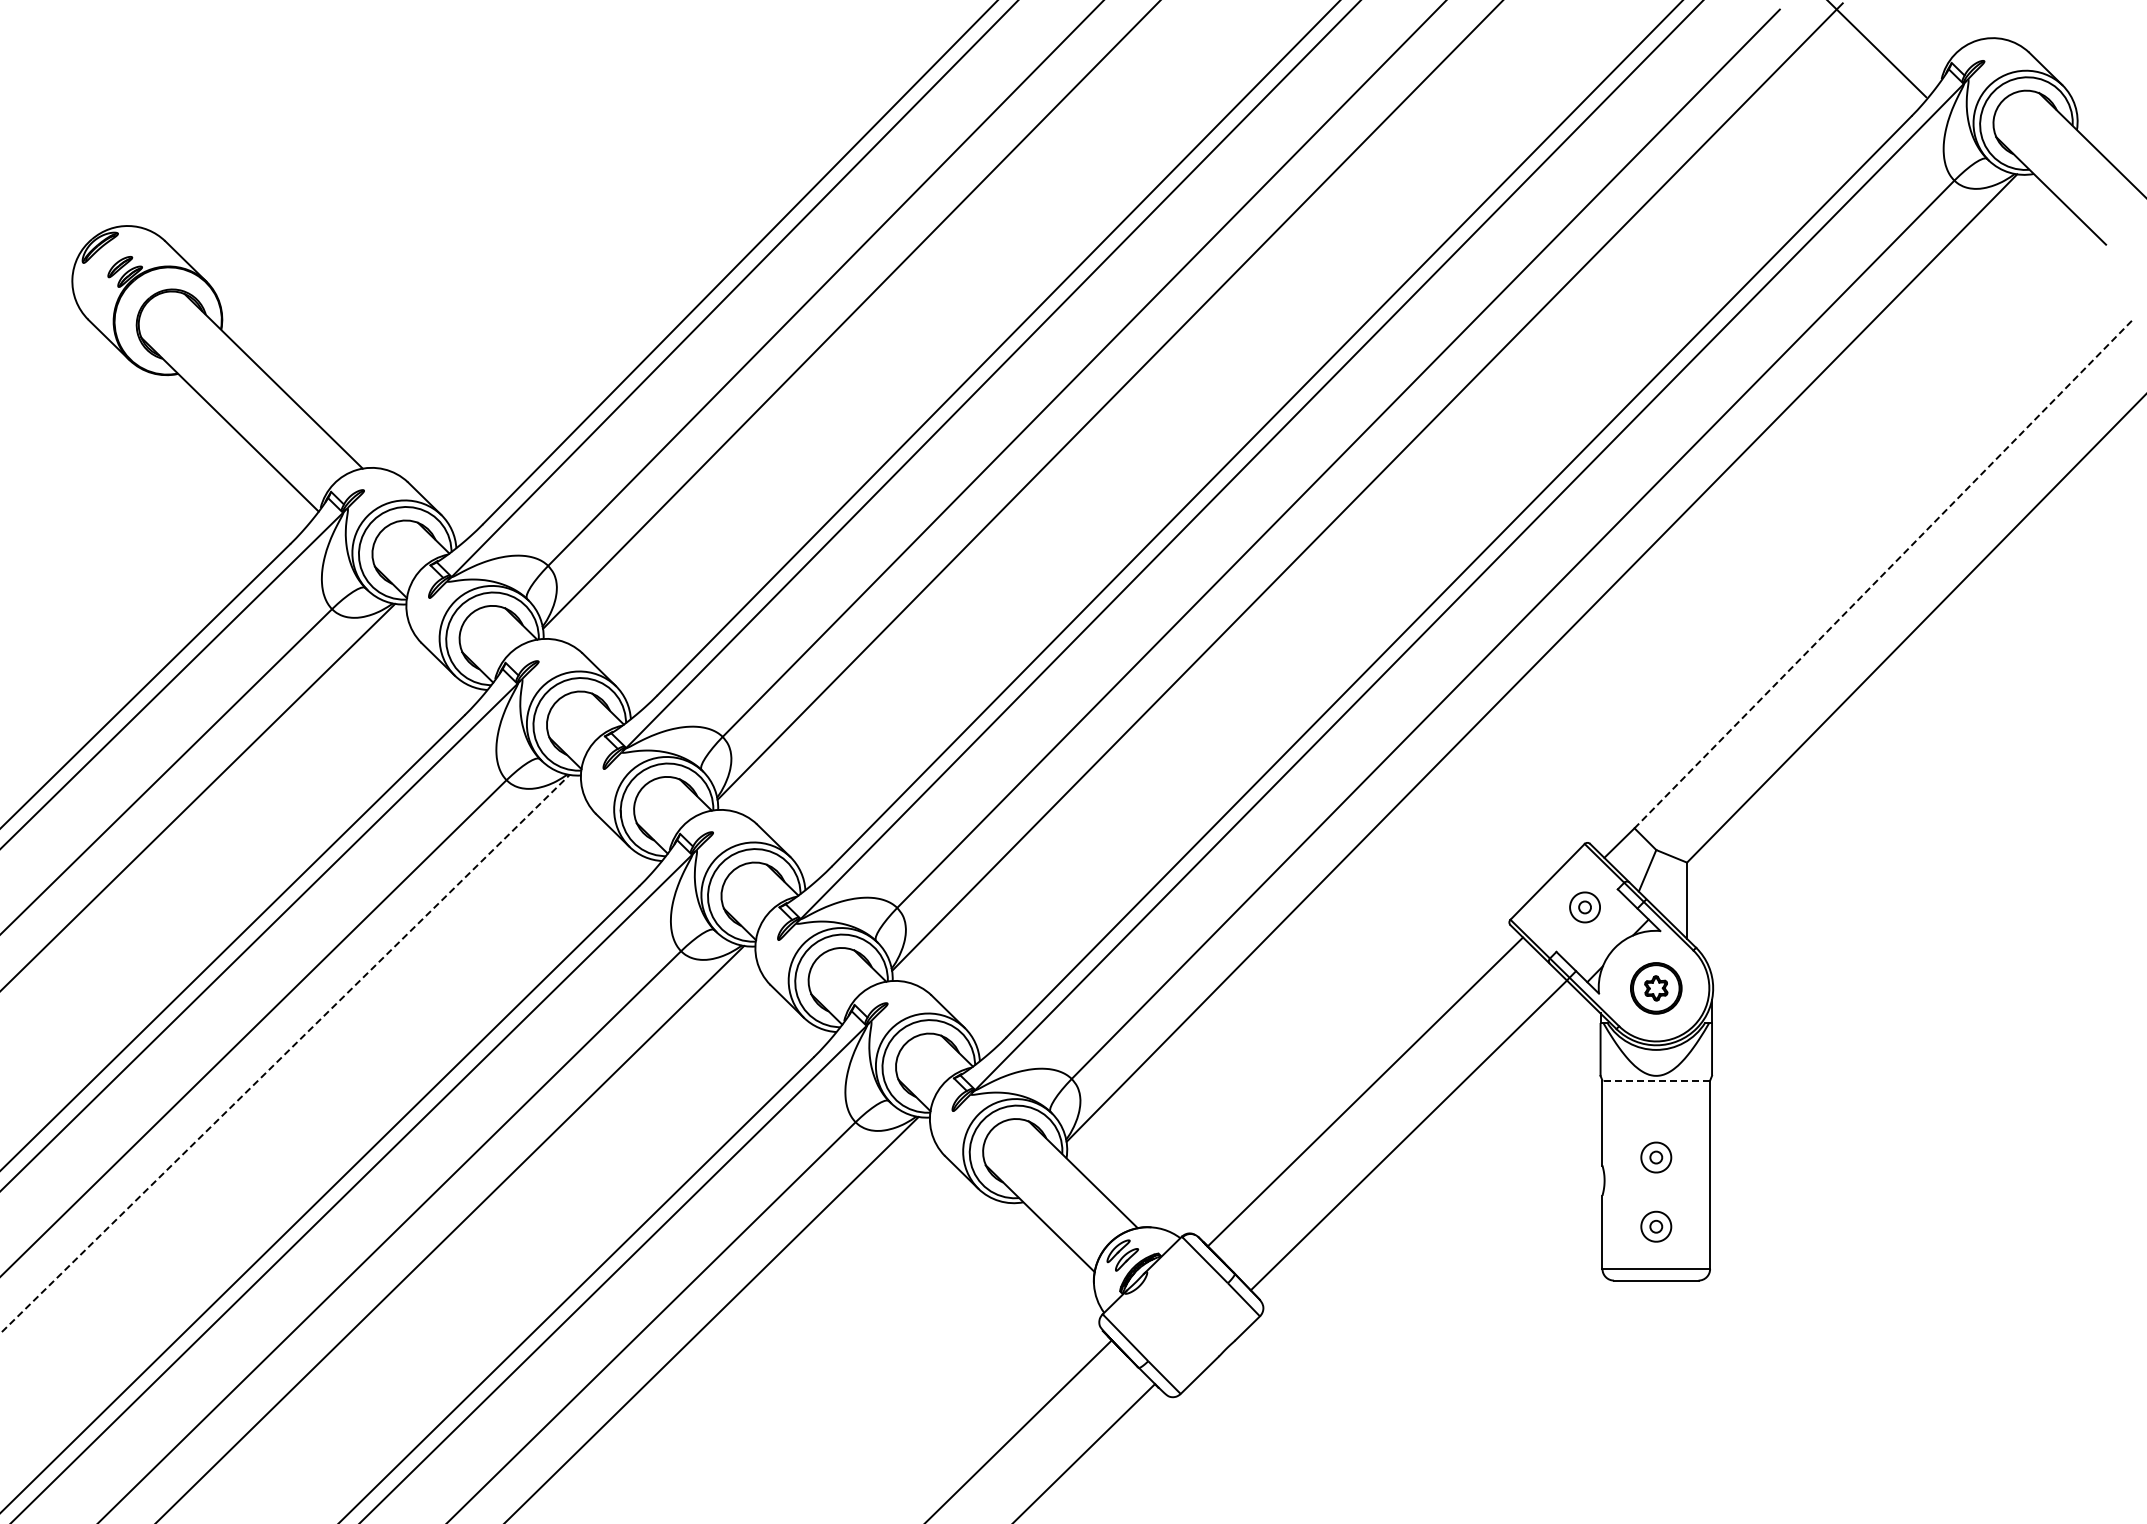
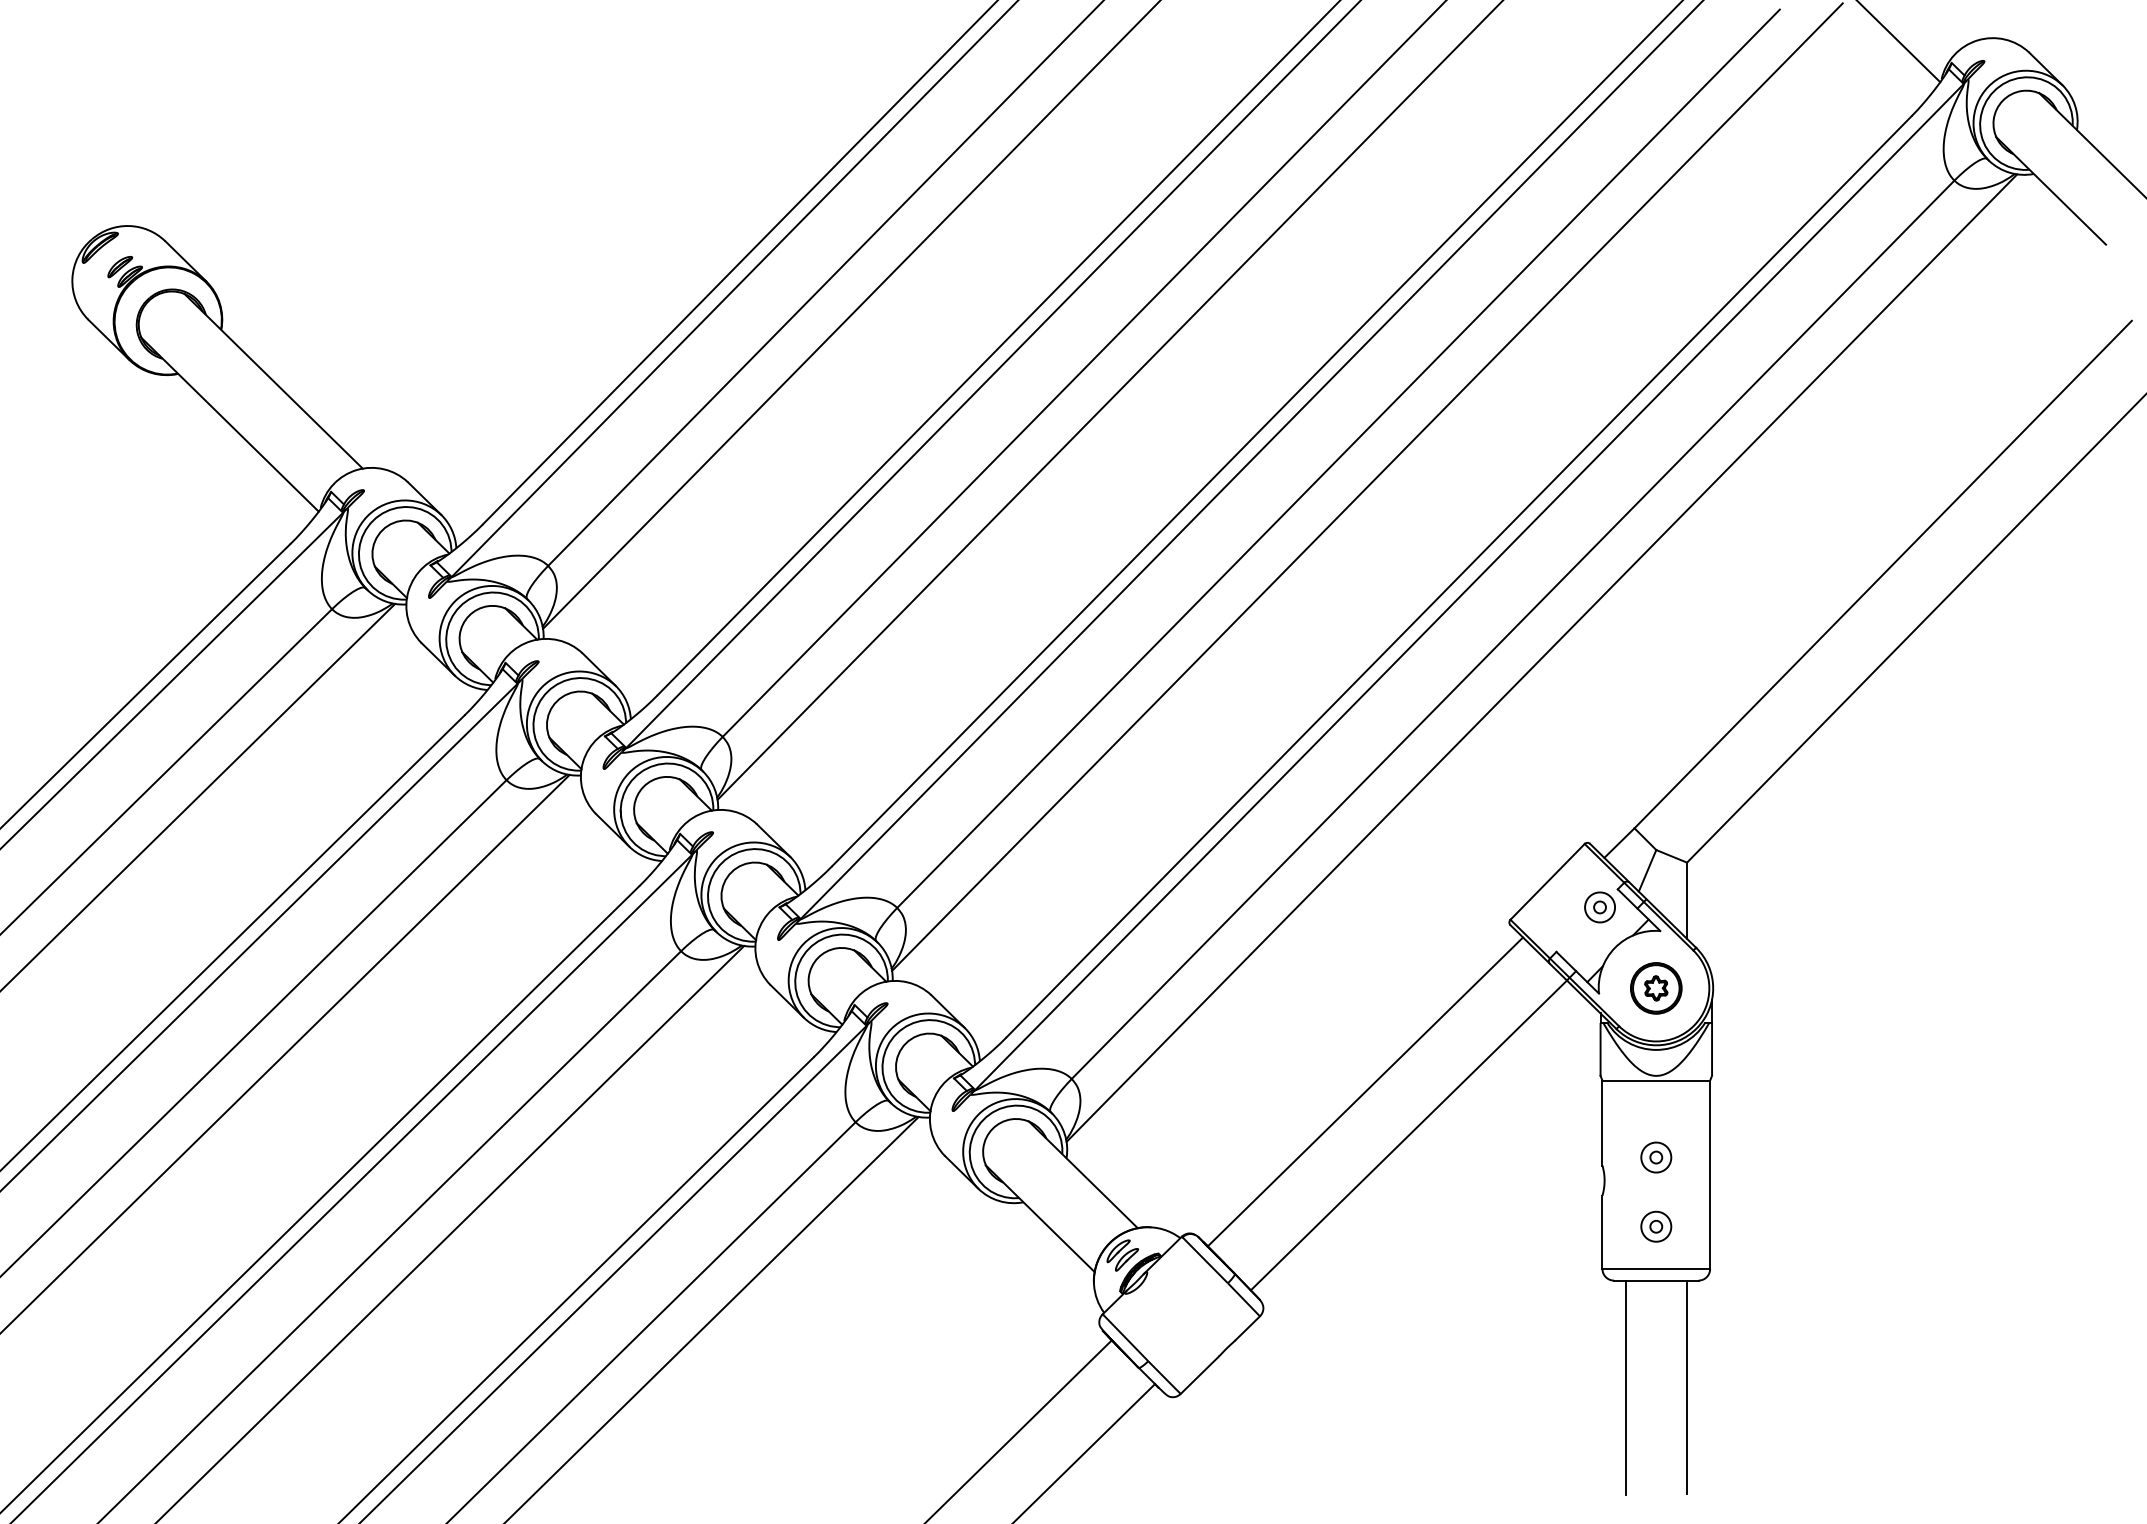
line at (1877, 49) position: (1877, 49) -> (1899, 42)
line at (1882, 574): dashed -> solid
part at (1584, 907) position: (1584, 907) -> (1599, 907)
line at (284, 1054): dashed -> solid
line at (1656, 1080): dashed -> solid
line at (1625, 1387): none -> present
line at (1687, 1387): none -> present
